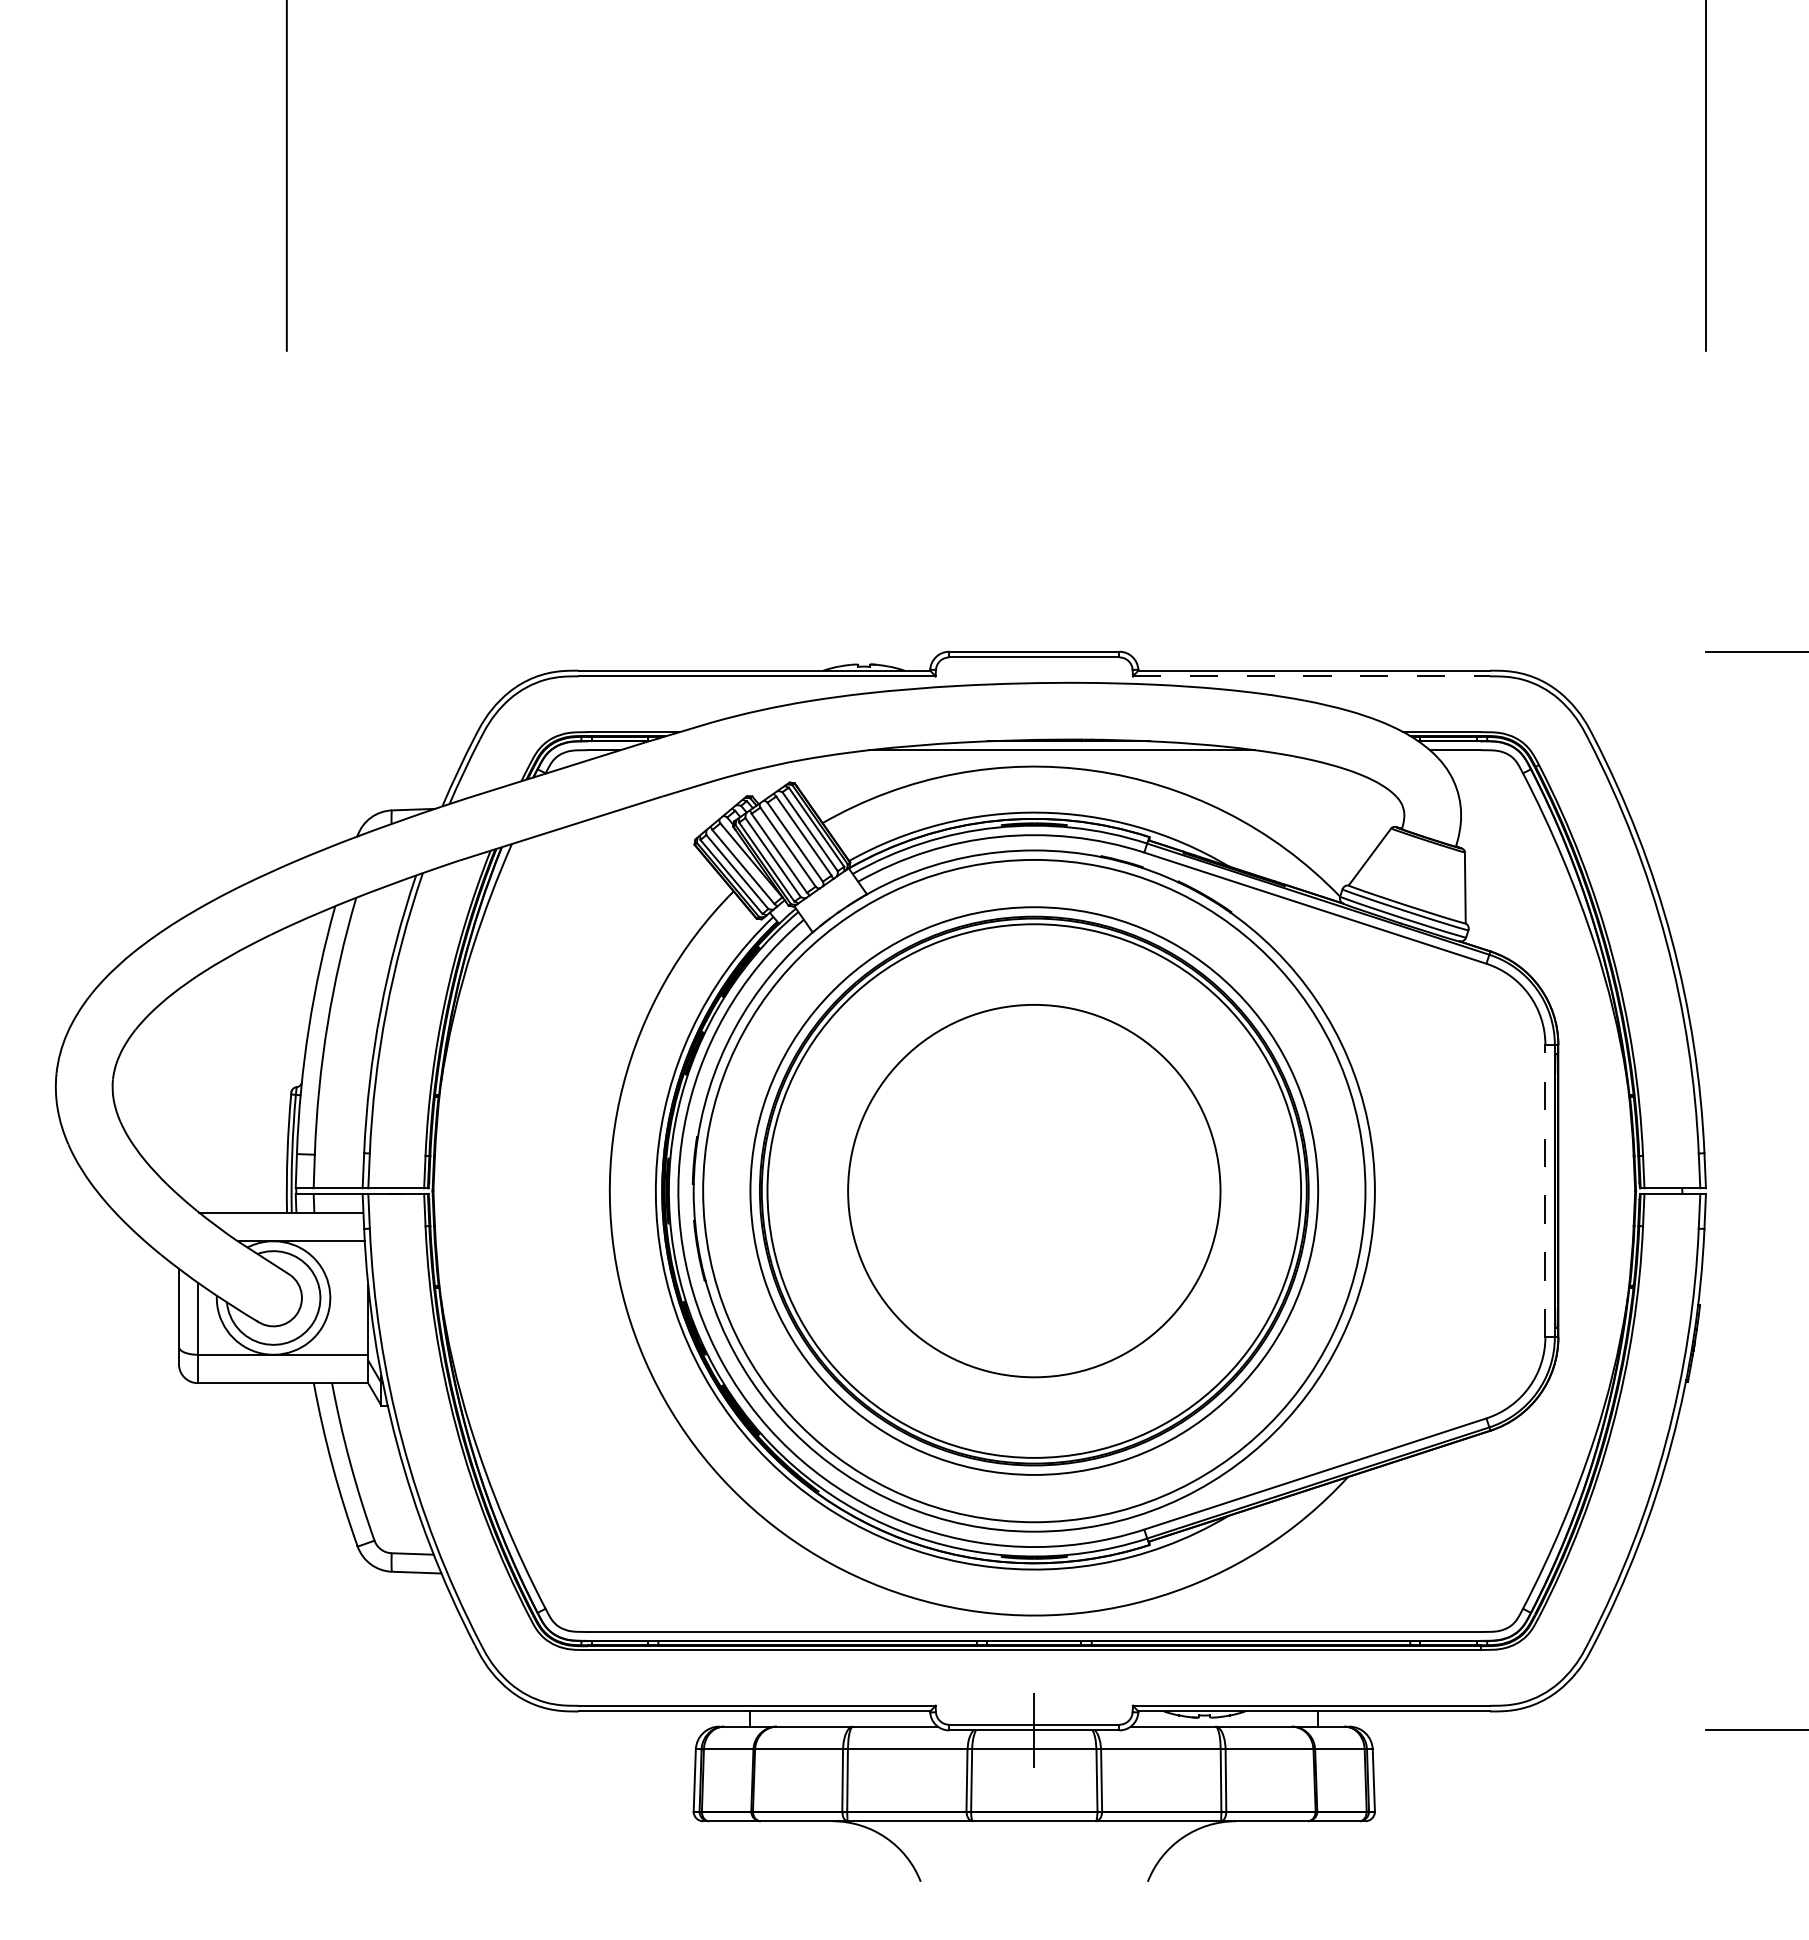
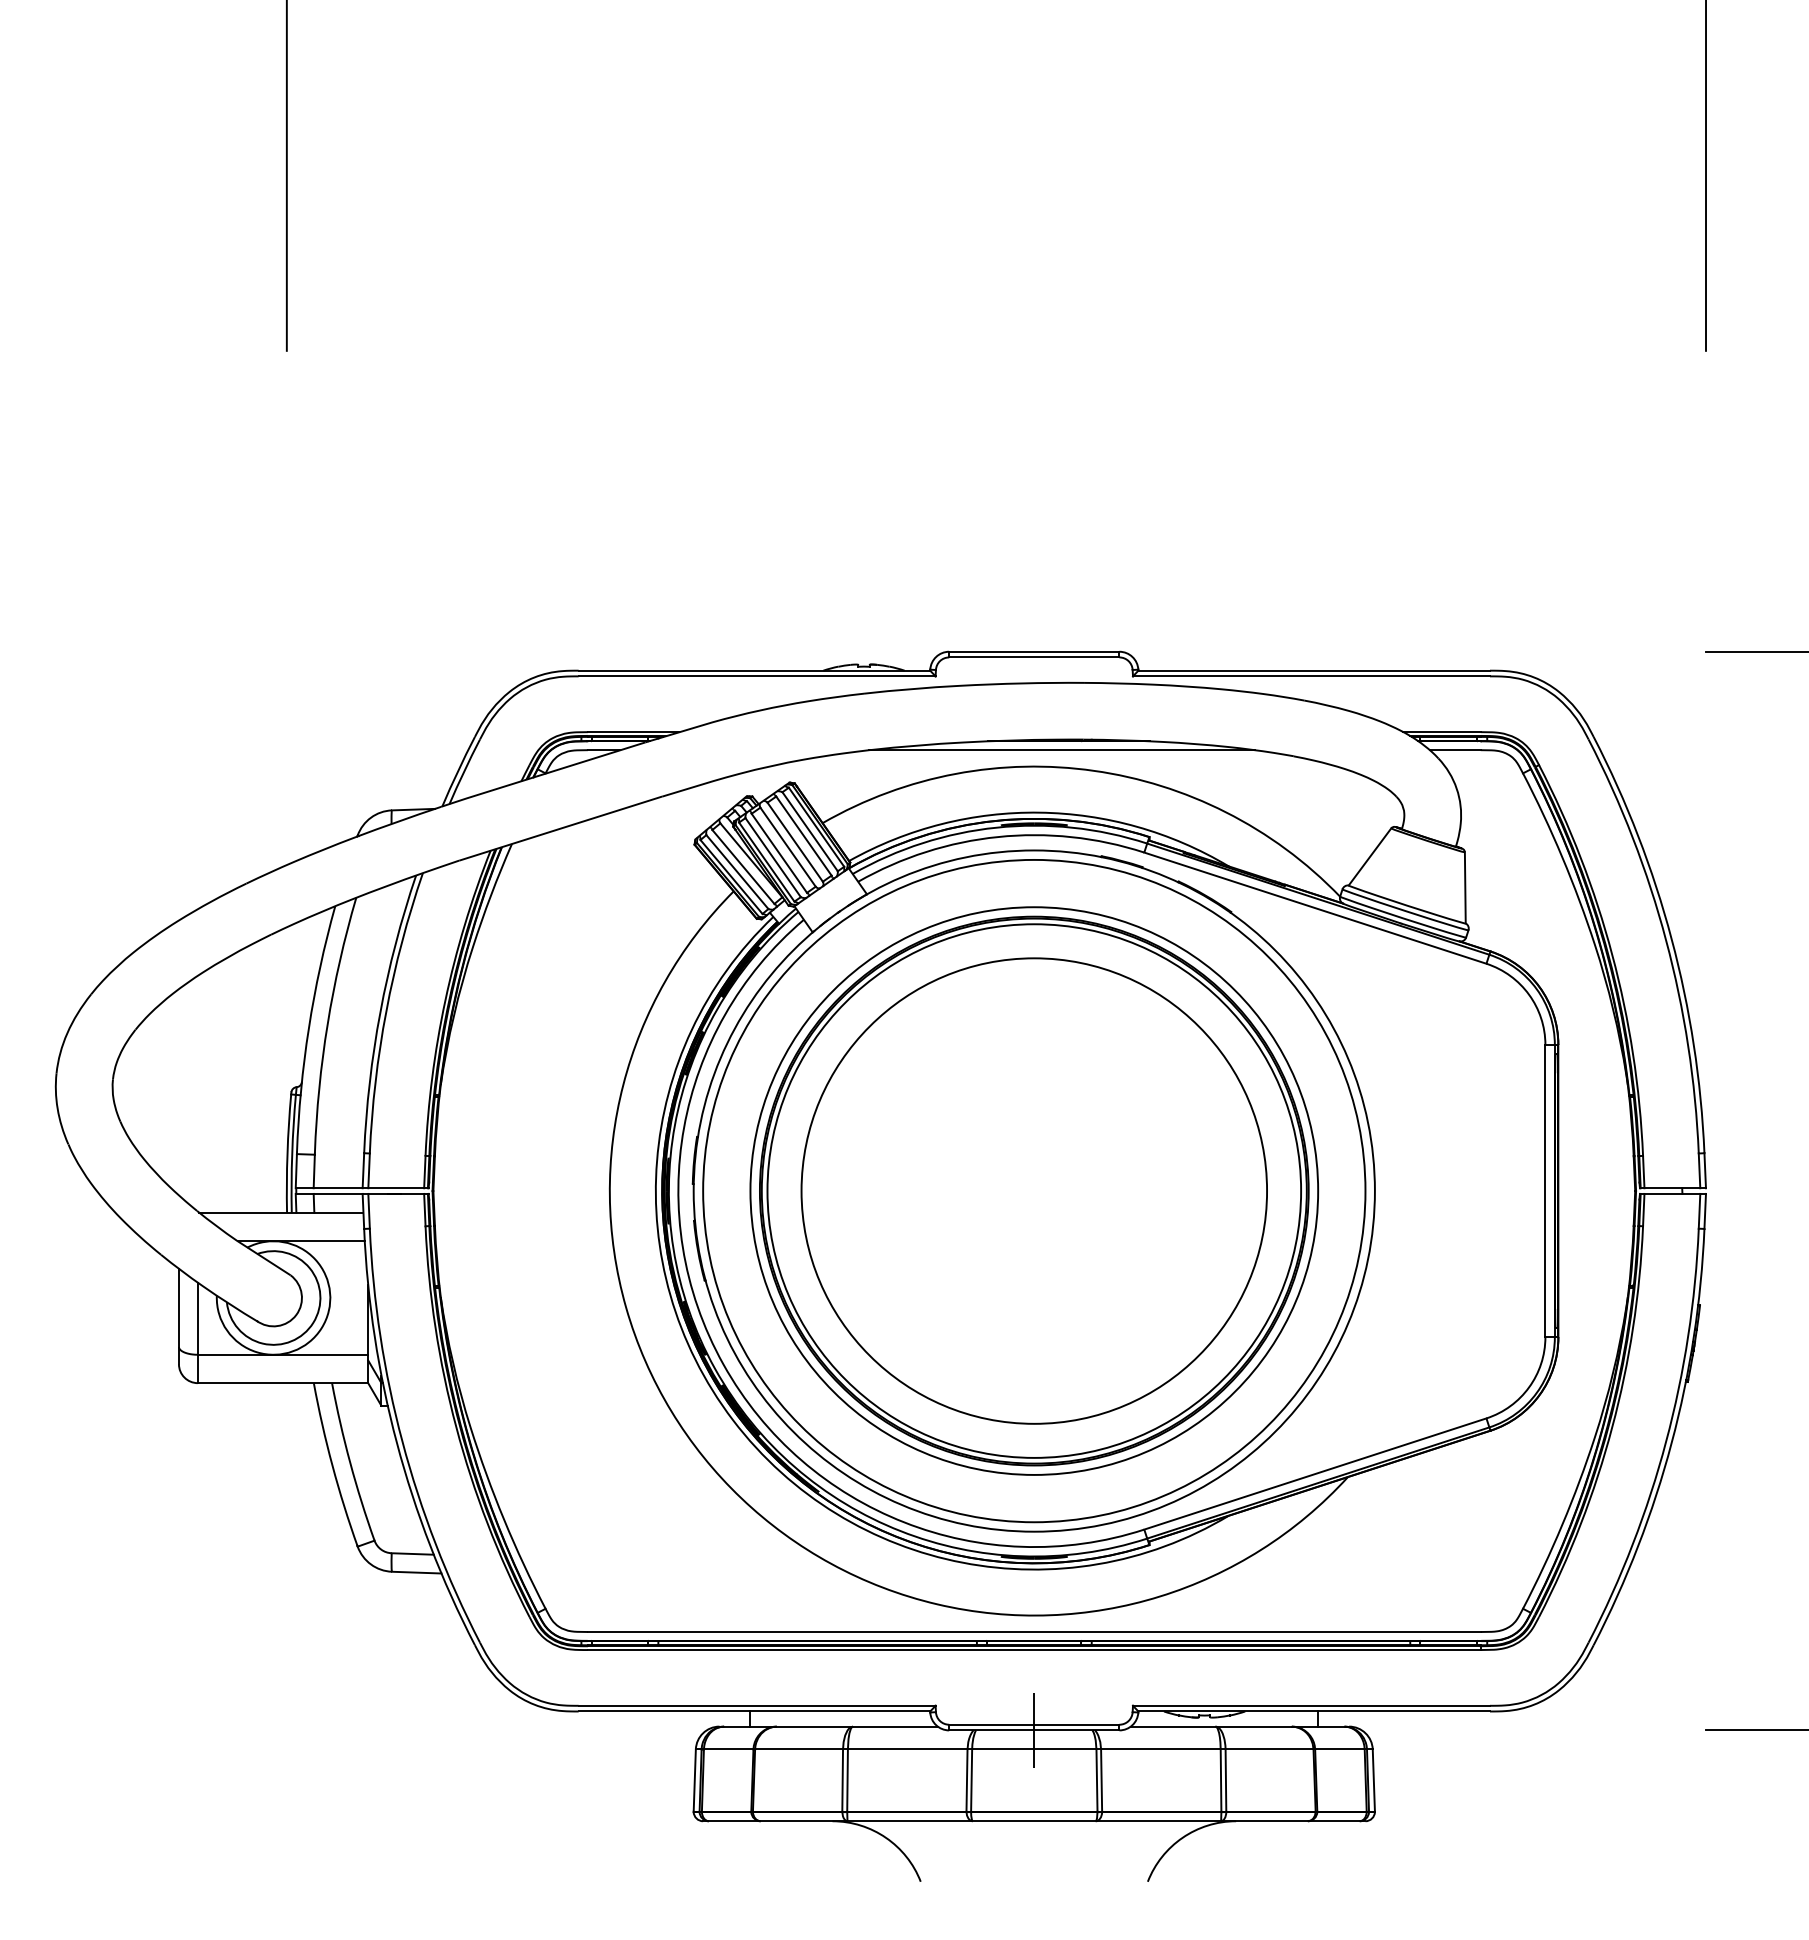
line at (1311, 676): dashed -> solid
circle at (1034, 1190) diameter: 372 px -> 466 px
line at (1545, 1190): dashed -> solid
